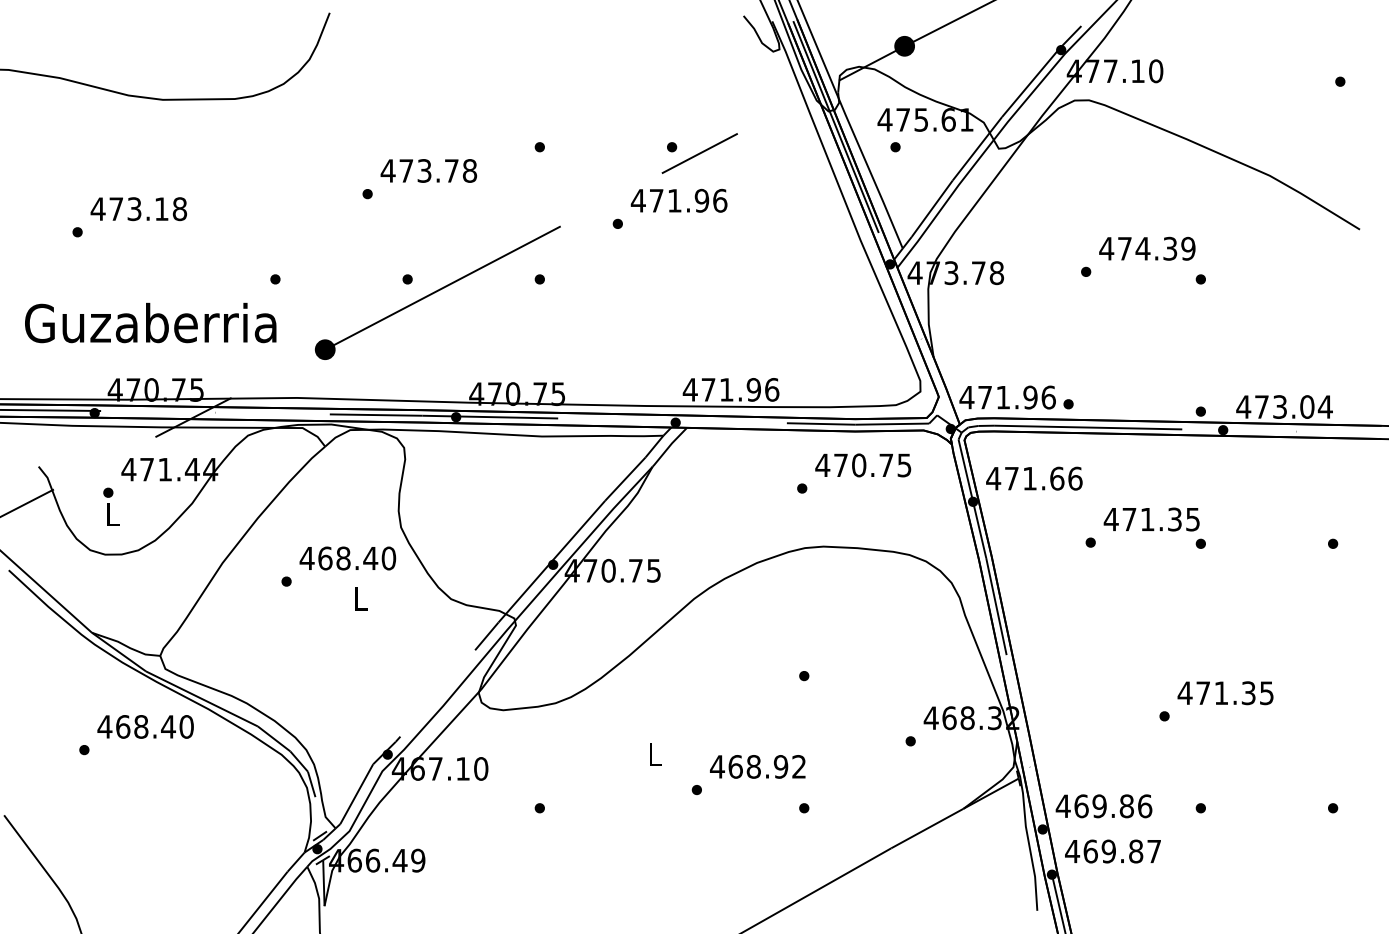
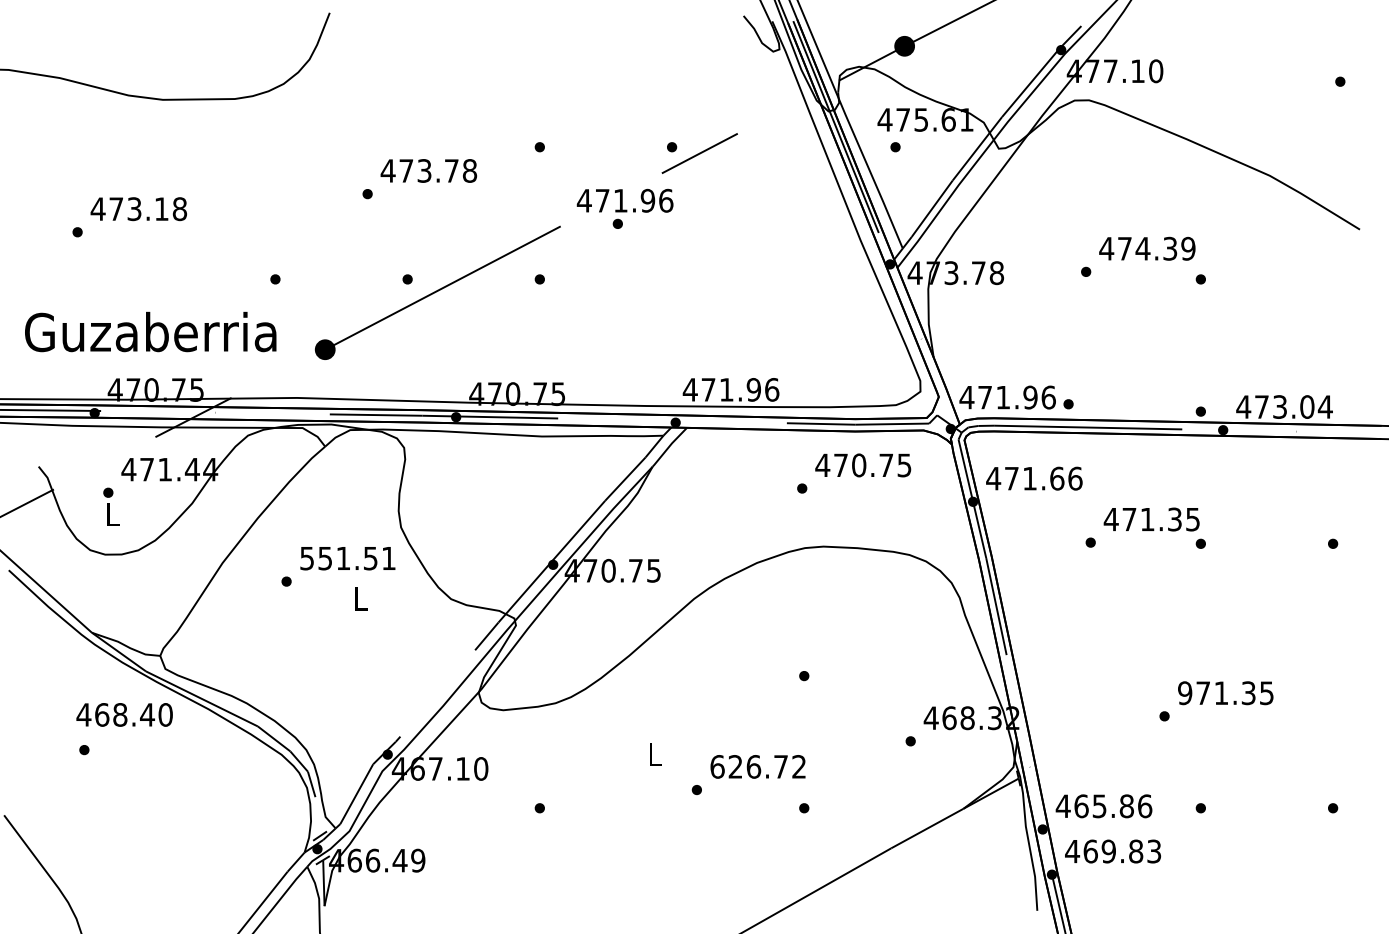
text at (678, 200) position: (678, 200) -> (624, 200)
text at (150, 322) position: (150, 322) -> (150, 331)
text at (347, 558): 468.40 -> 551.51
text at (1184, 693): 471.35 -> 971.35
text at (145, 726) position: (145, 726) -> (124, 714)
text at (749, 766): 468.92 -> 626.72
text at (1099, 805): 469.86 -> 465.86
text at (1154, 851): 469.87 -> 469.83
